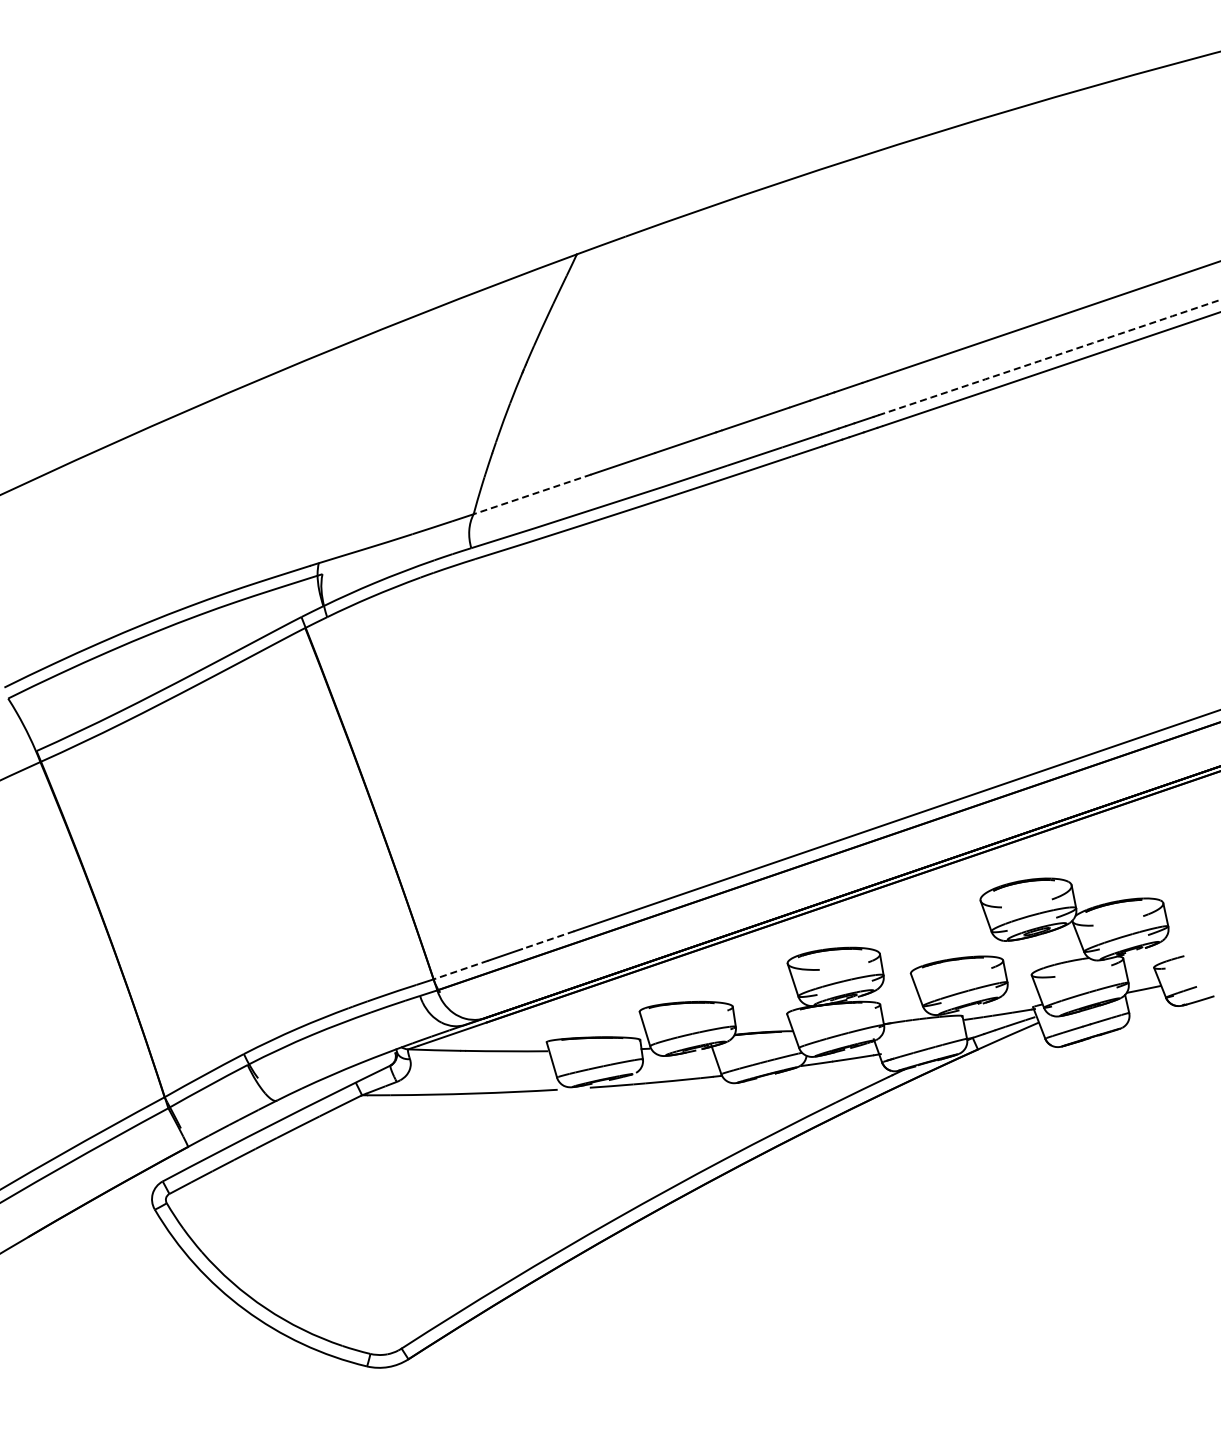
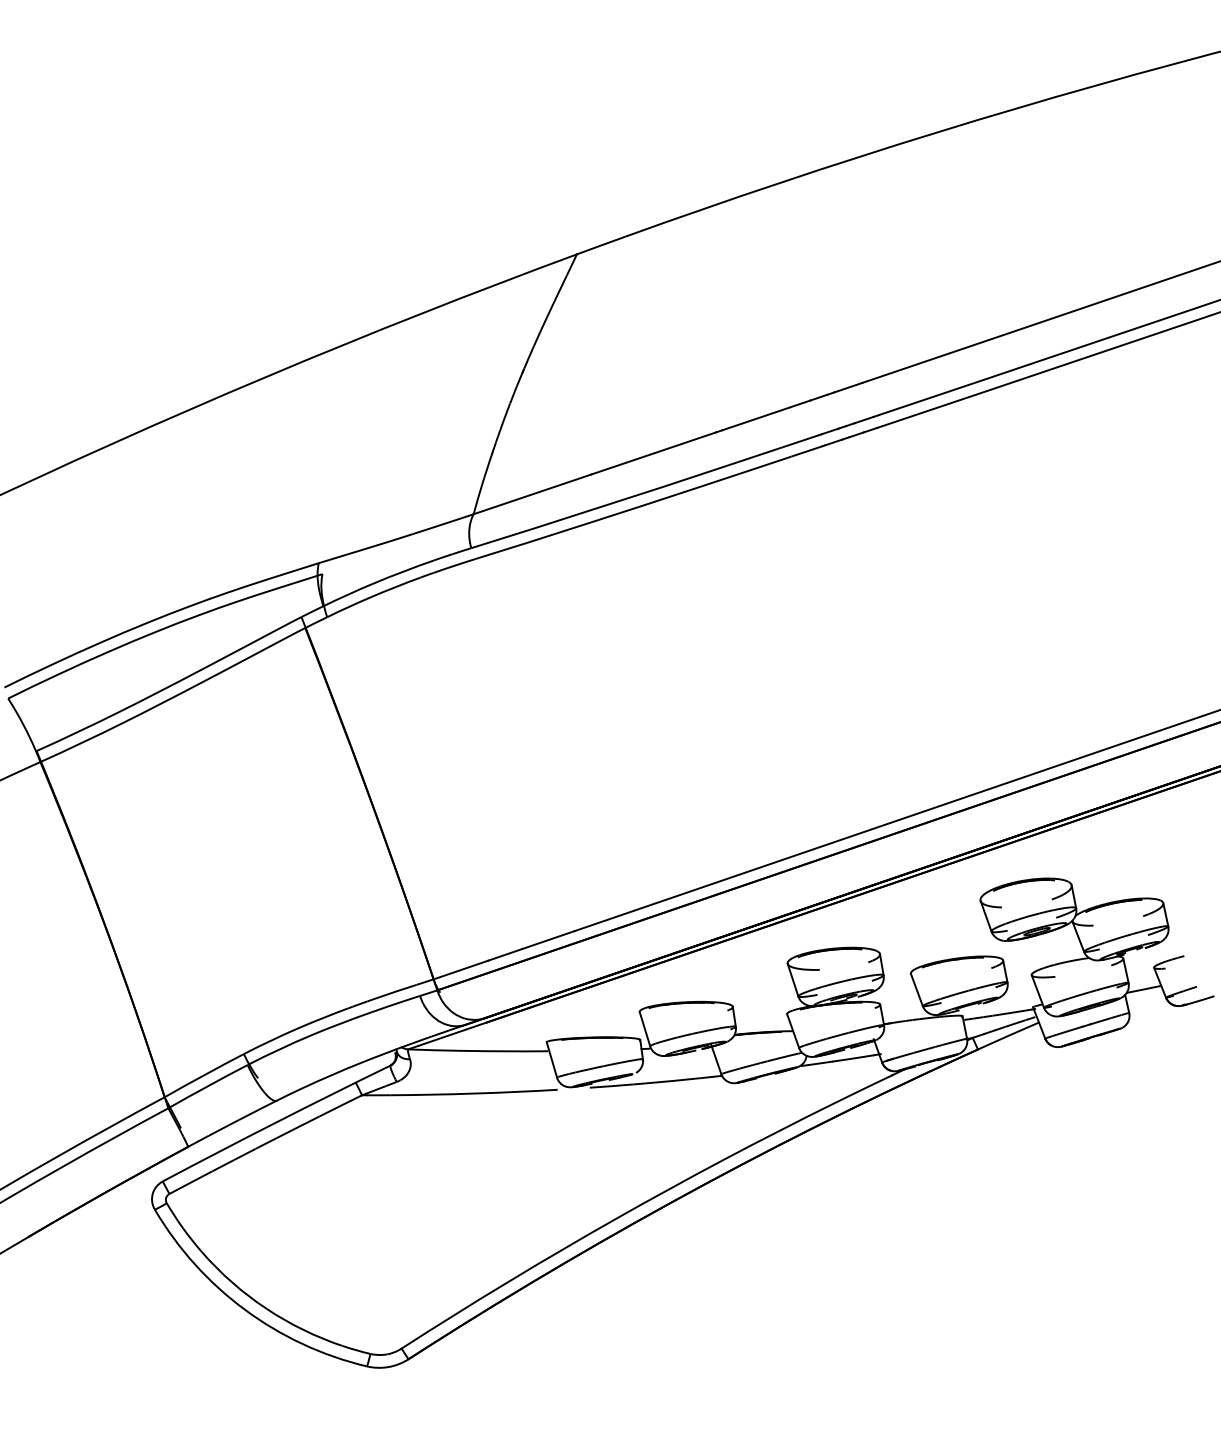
arc at (1049, 357): dashed -> solid
line at (532, 494): dashed -> solid
line at (548, 940): dashed -> solid
line at (460, 970): dashed -> solid
